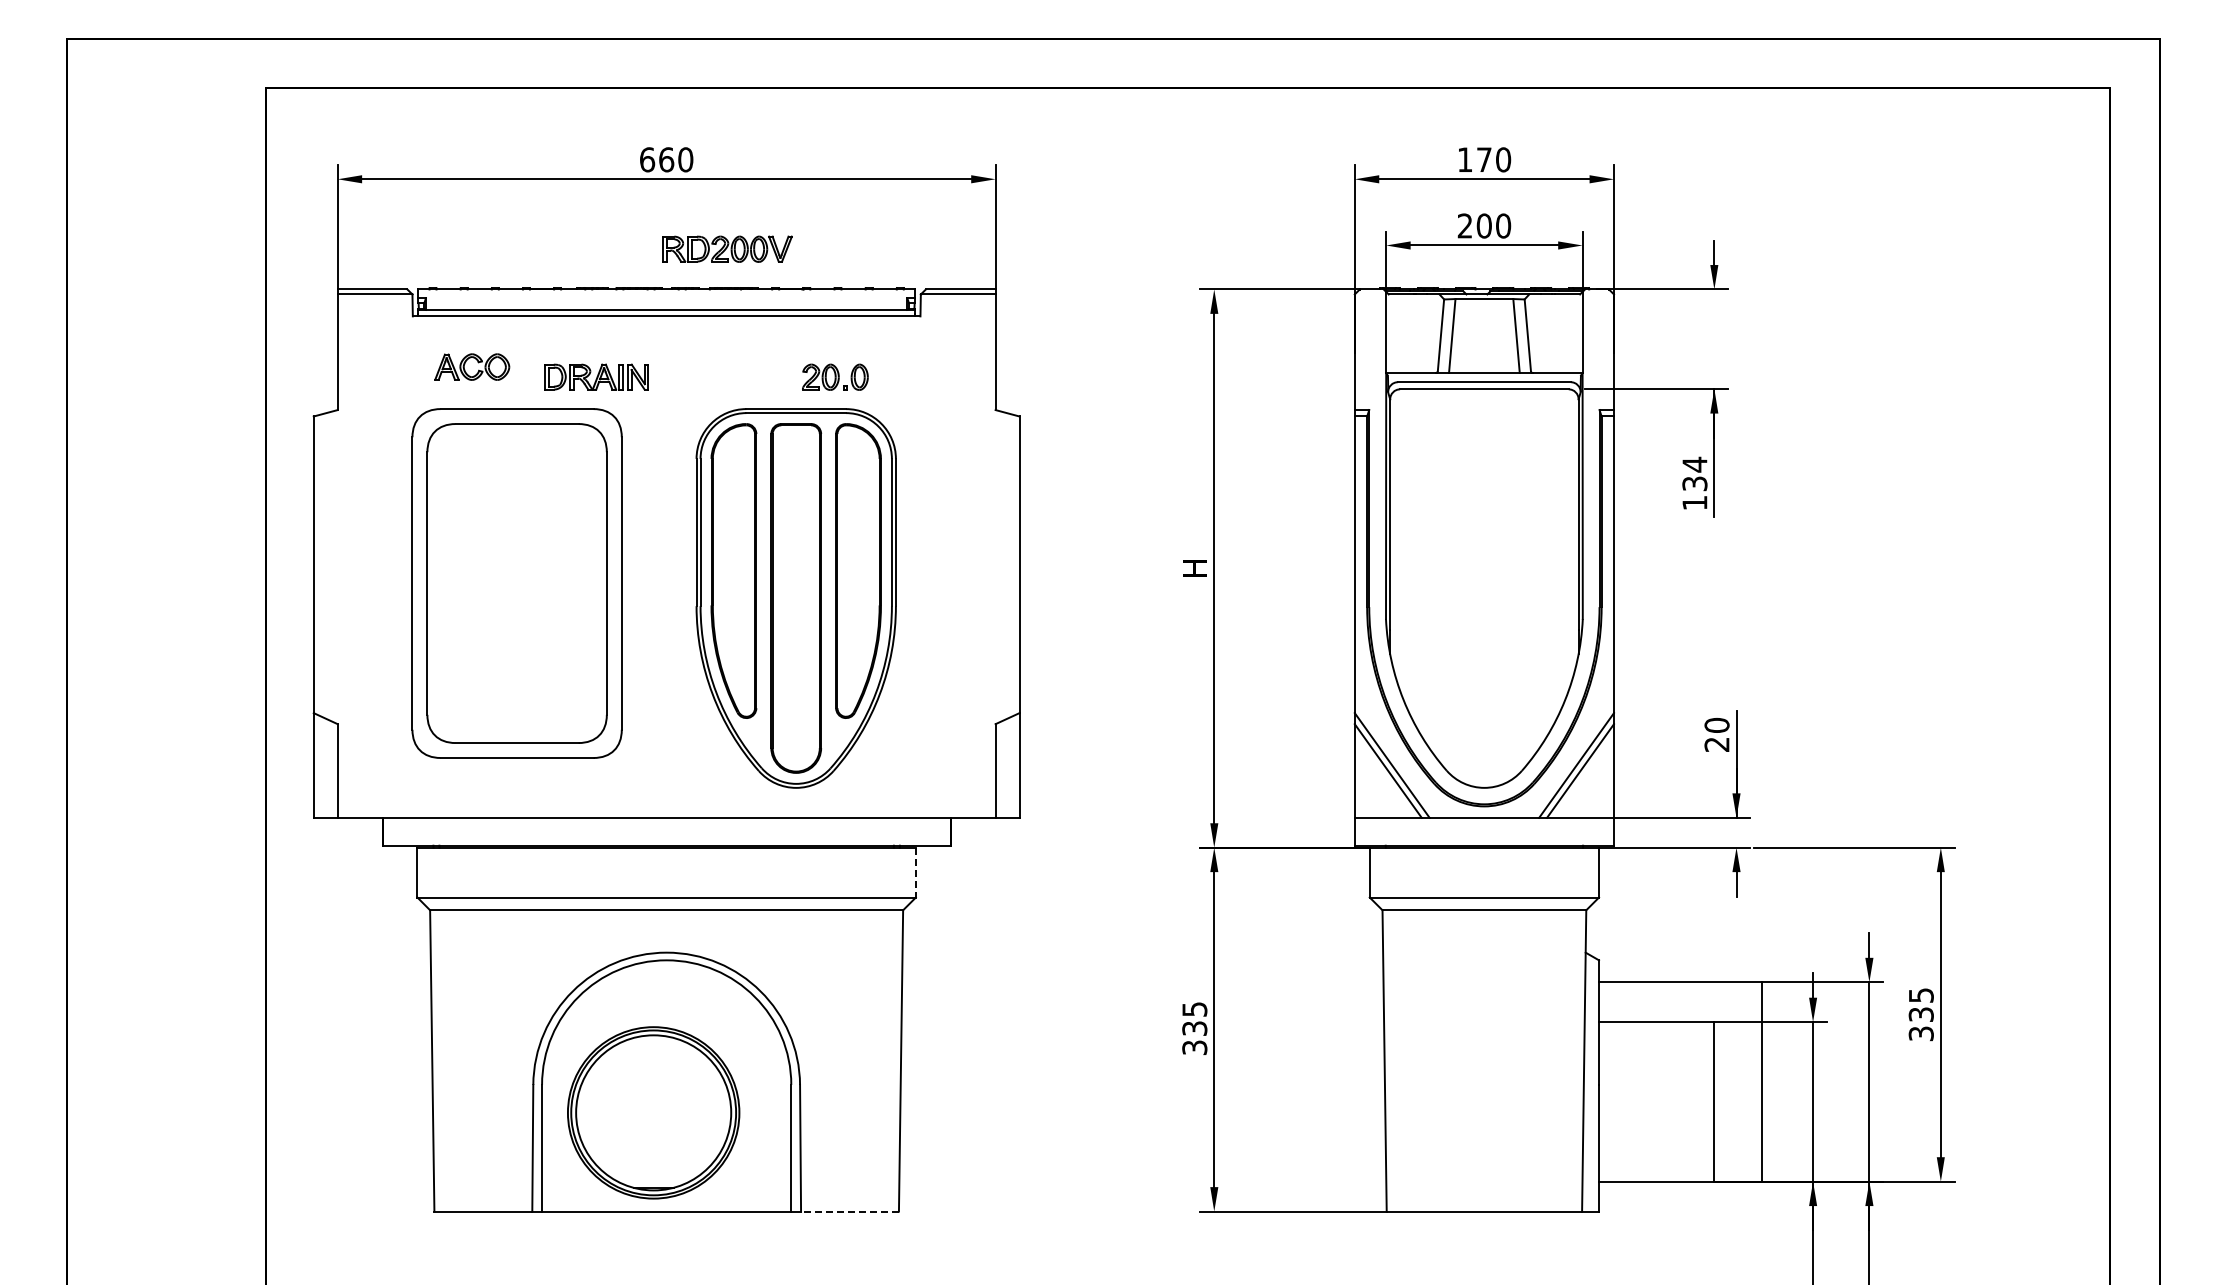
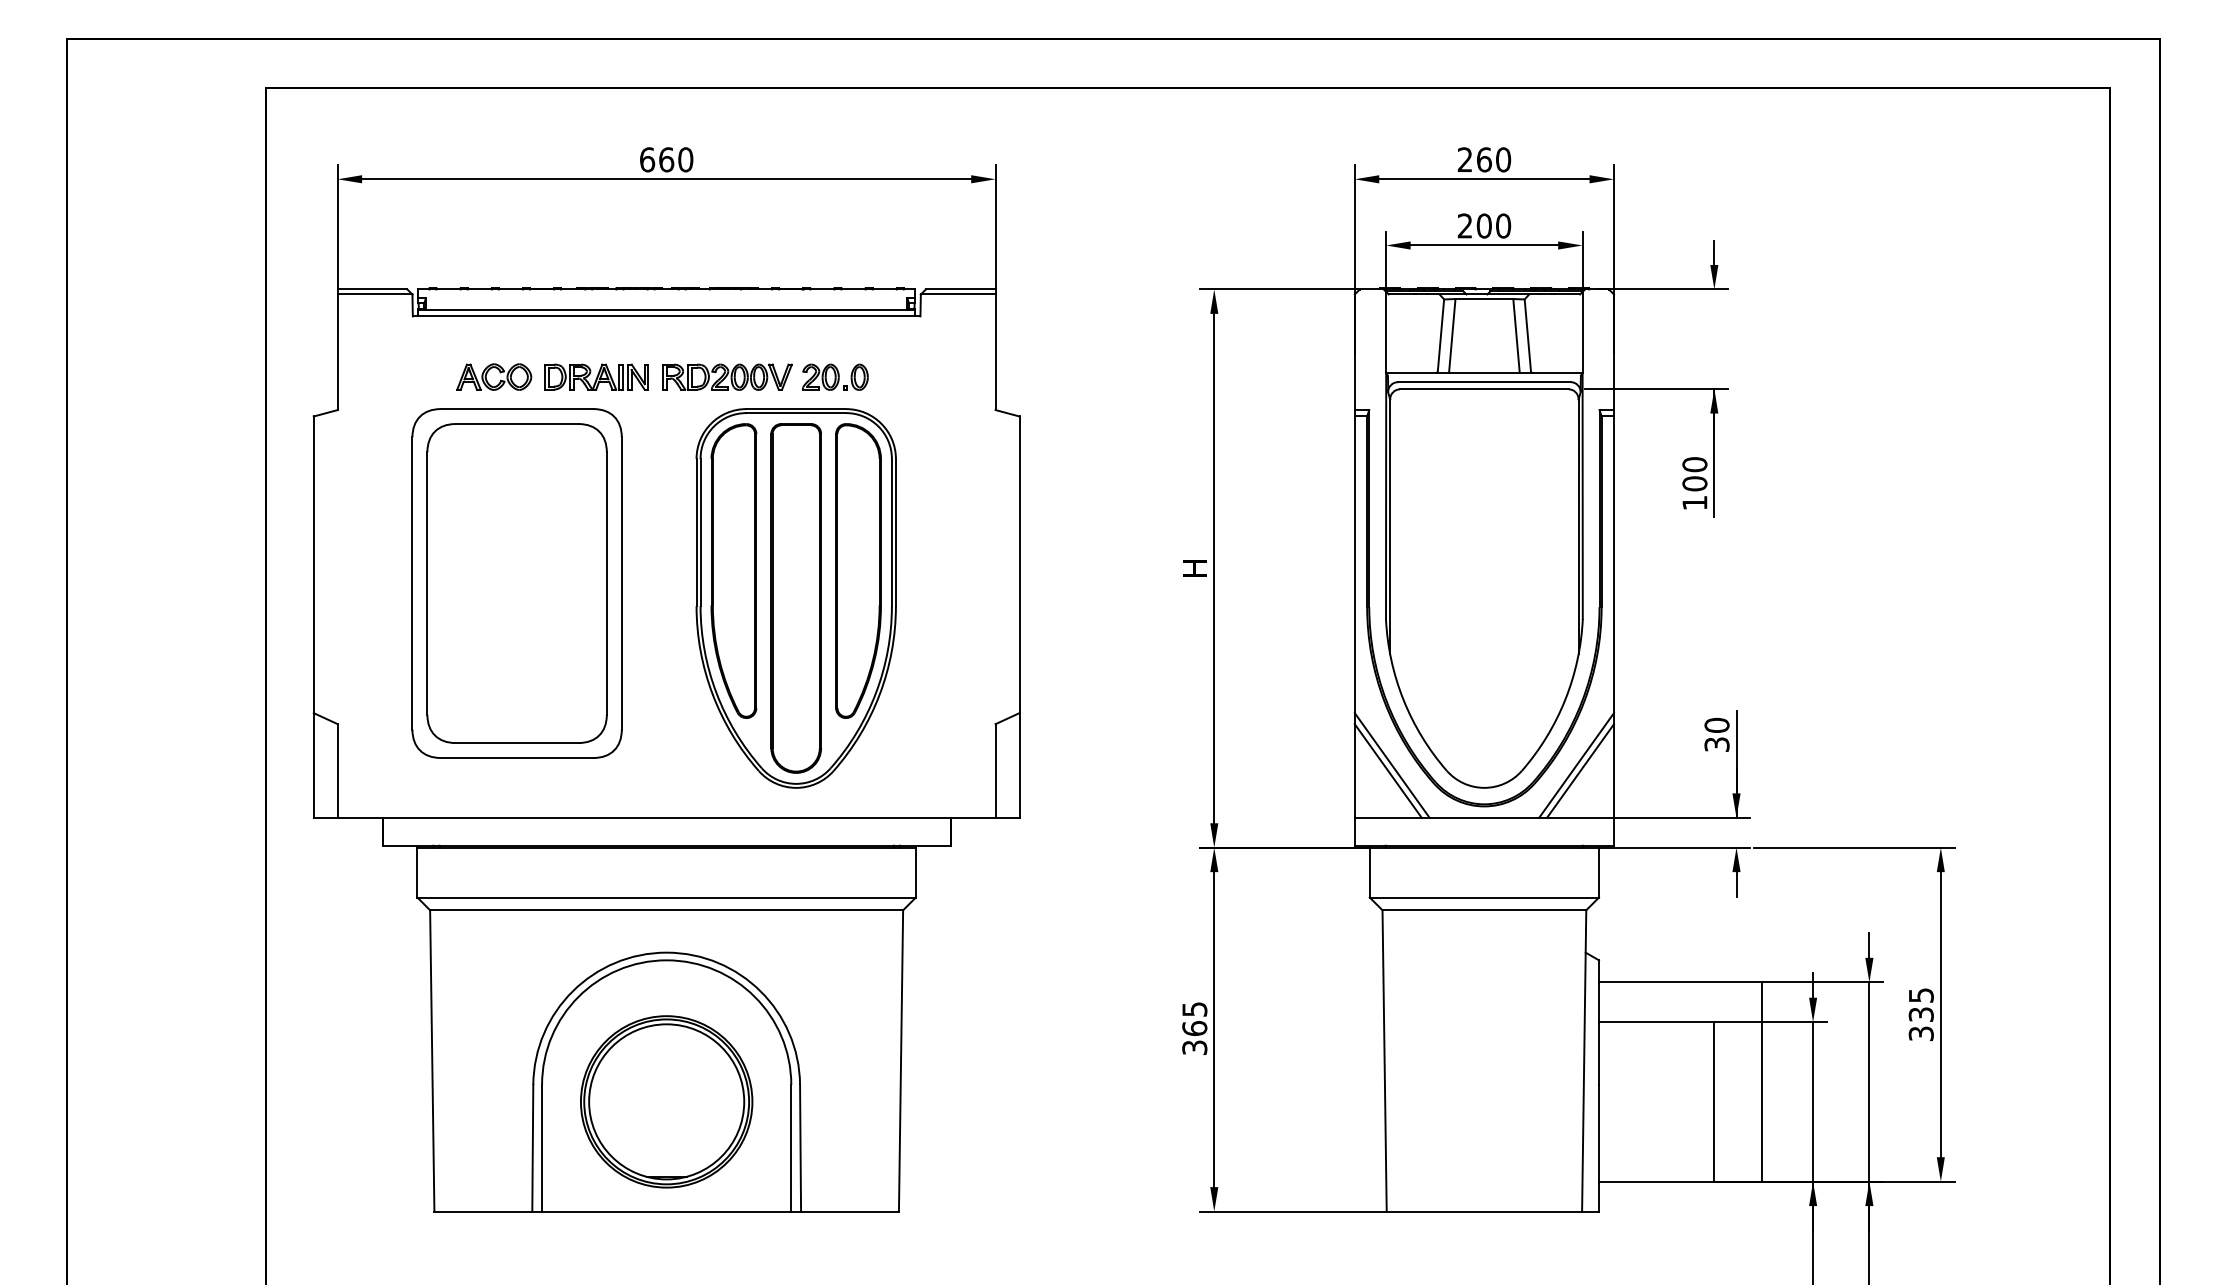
text at (1474, 159): 170 -> 260
part at (727, 248) position: (727, 248) -> (727, 376)
part at (477, 362) position: (477, 362) -> (499, 372)
text at (1694, 473): 134 -> 100
text at (1716, 744): 20 -> 30
line at (915, 872): dashed -> solid
text at (1194, 1028): 335 -> 365
part at (653, 1112) position: (653, 1112) -> (666, 1101)
line at (850, 1211): dashed -> solid
